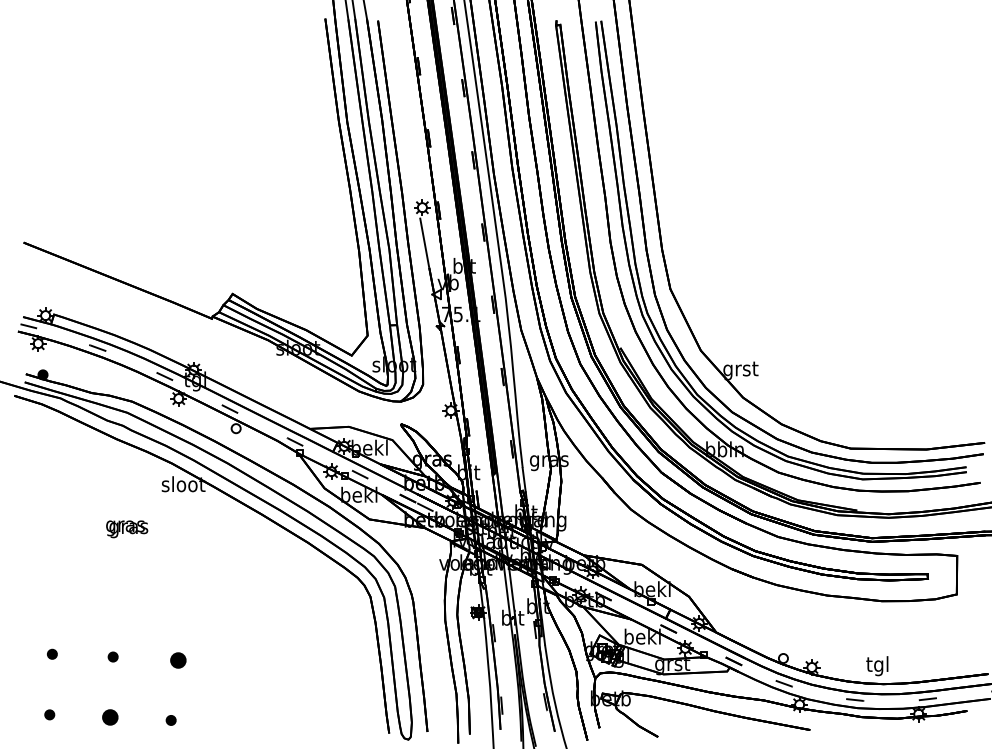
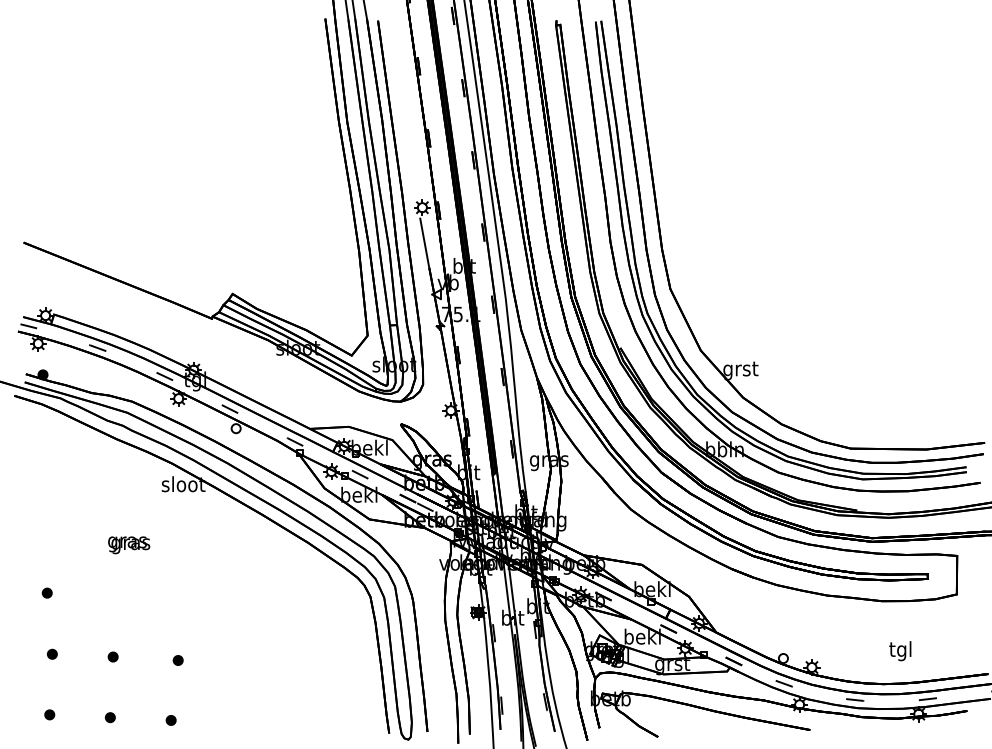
text at (127, 529) position: (127, 529) -> (129, 545)
part at (46, 592): none -> present
part at (178, 660) size: 17x17 px -> 12x11 px
text at (877, 666) position: (877, 666) -> (900, 651)
part at (110, 717) size: 17x17 px -> 11x12 px
